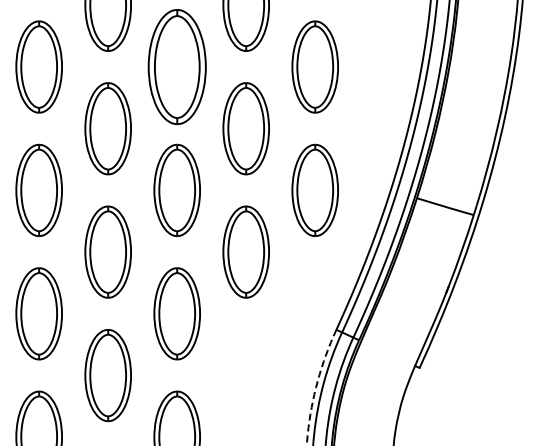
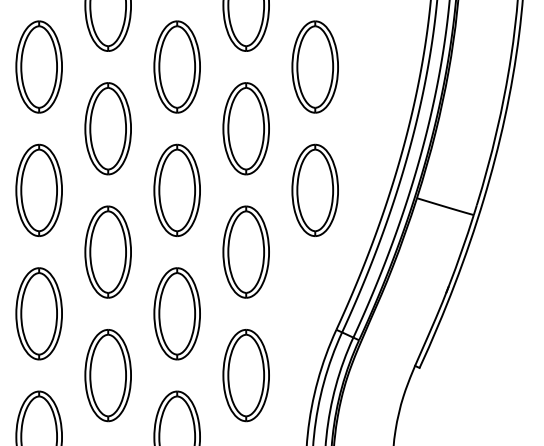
part at (176, 67) size: 60x117 px -> 48x94 px
part at (245, 375): none -> present
arc at (316, 386): dashed -> solid
